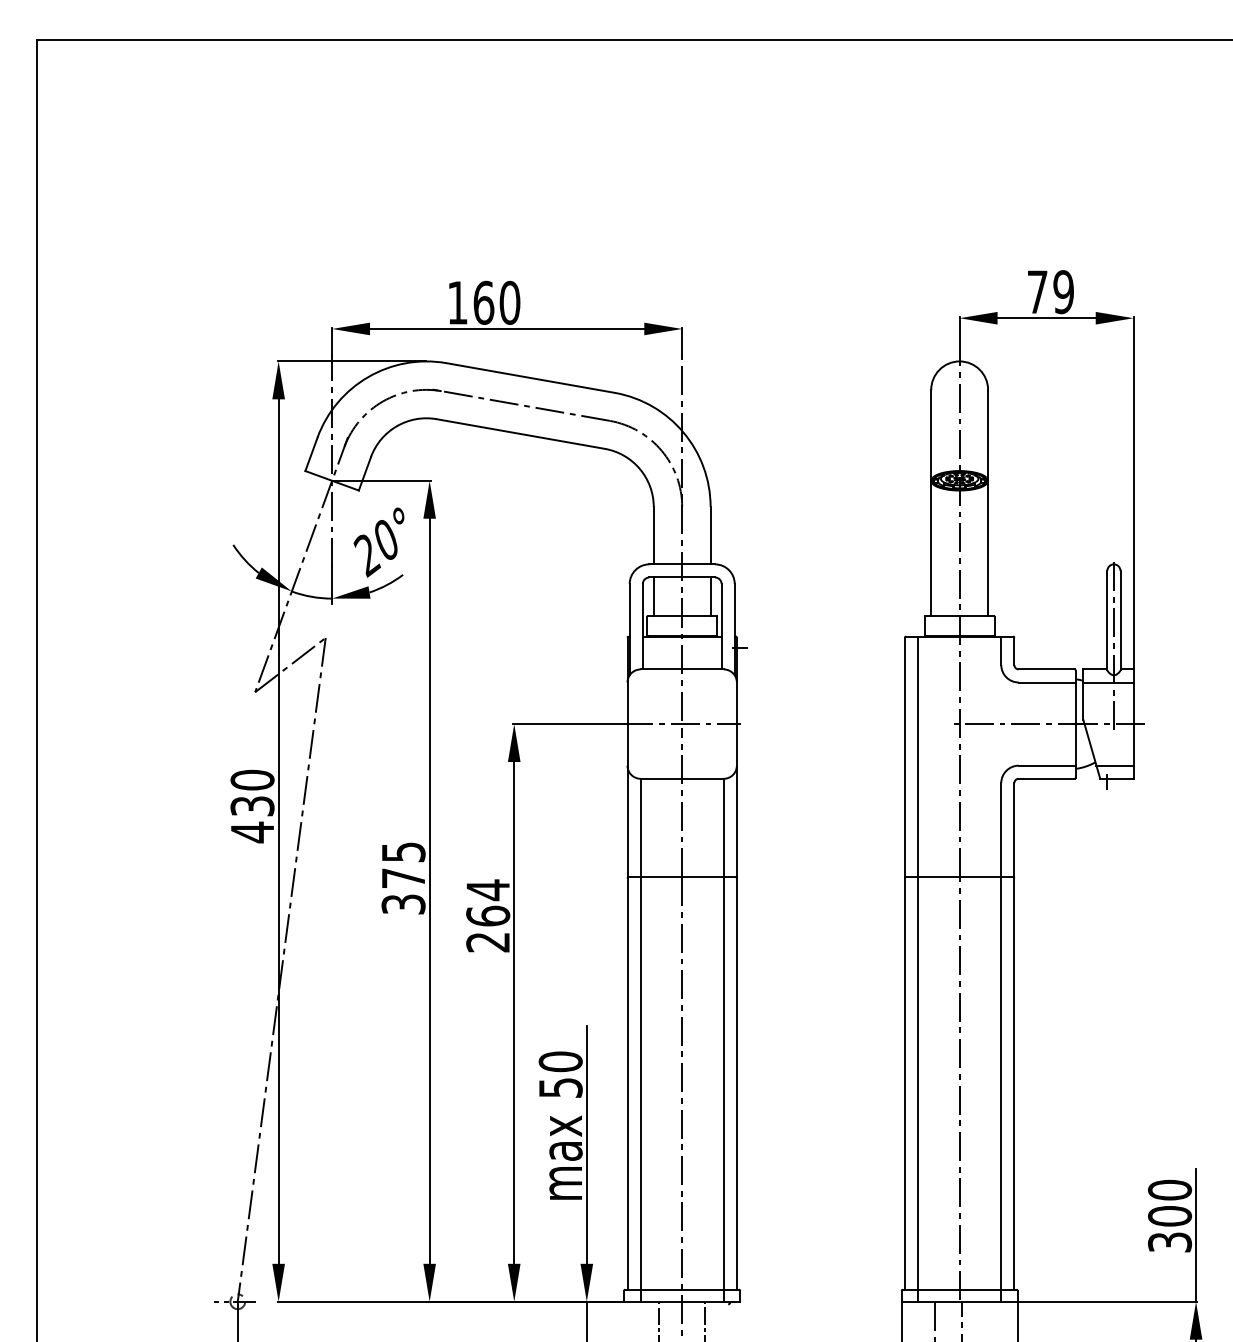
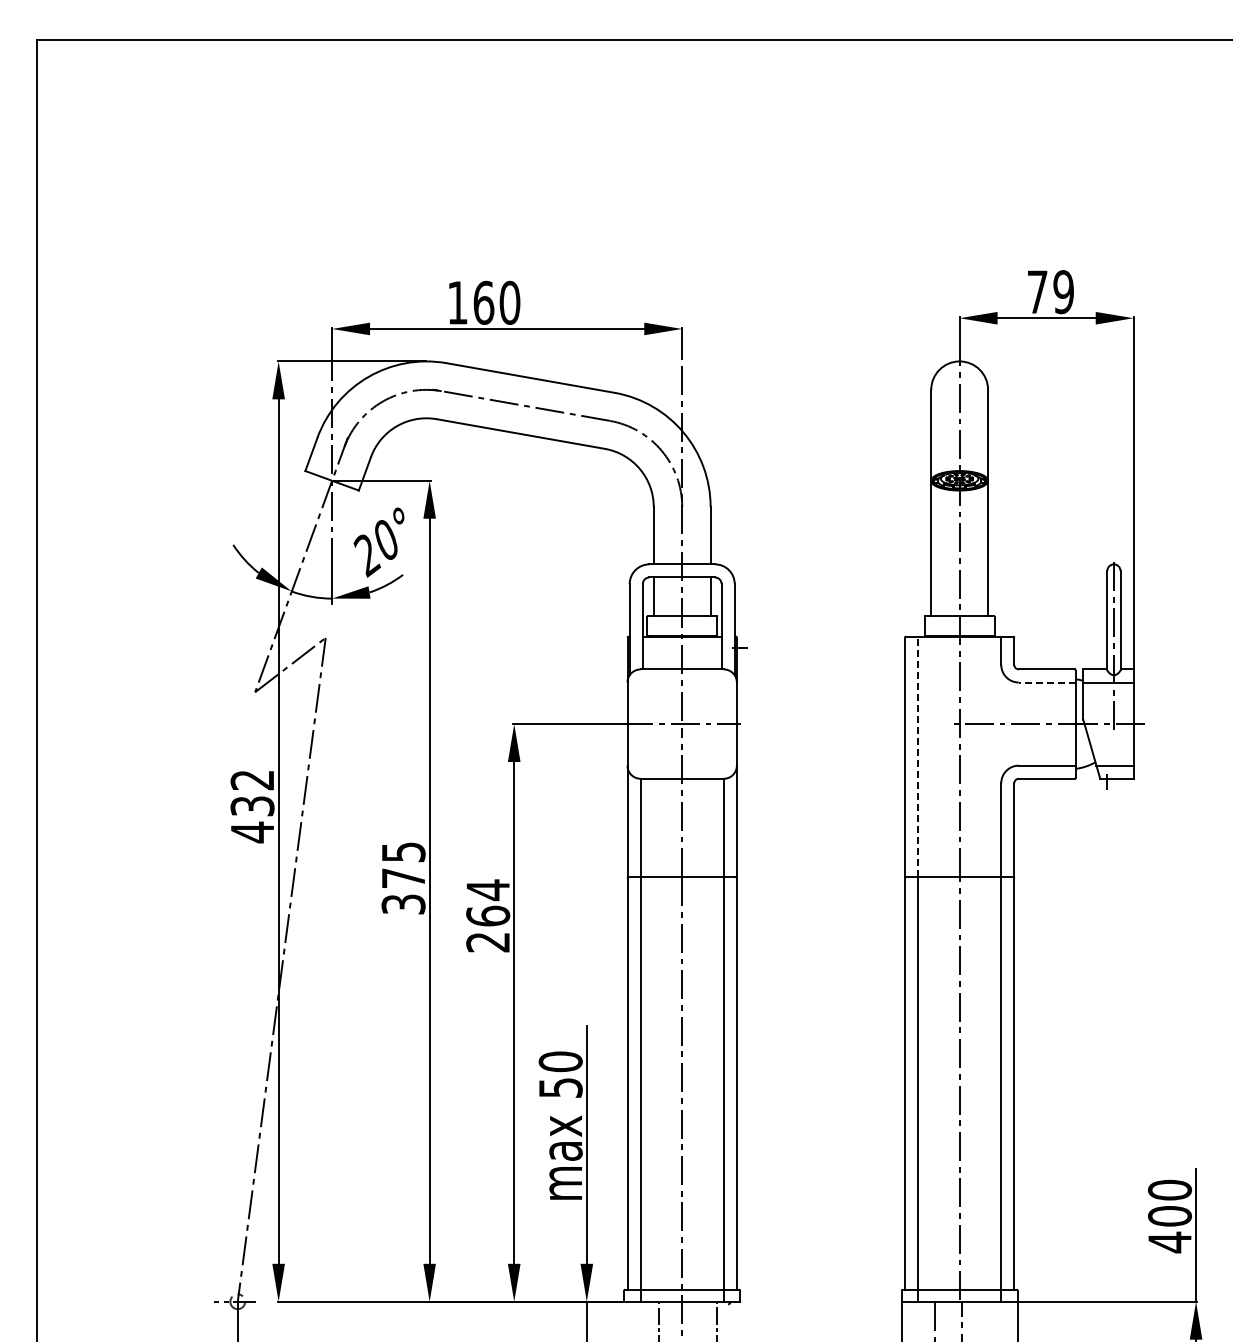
line at (1046, 682): solid -> dashed
line at (918, 756): solid -> dashed
text at (252, 779): 430 -> 432
text at (1170, 1242): 300 -> 400
line at (705, 1319) position: (705, 1319) -> (717, 1319)
